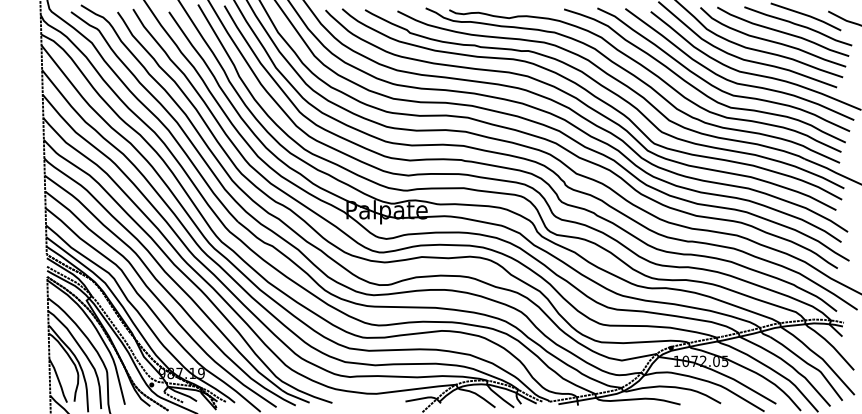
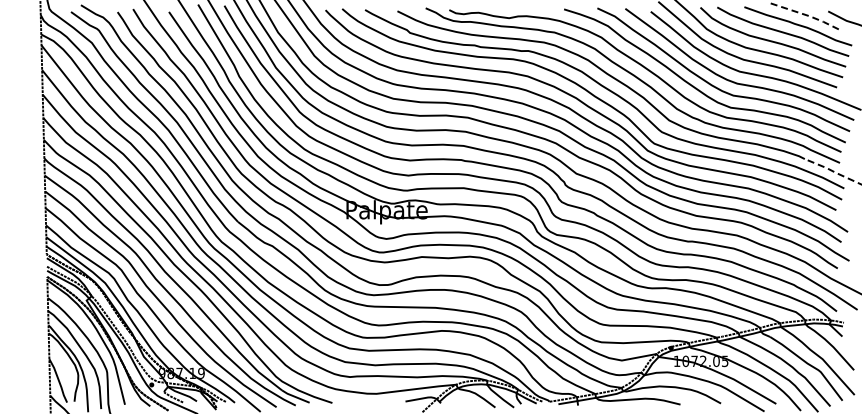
line at (808, 15): solid -> dashed
line at (832, 171): solid -> dashed
